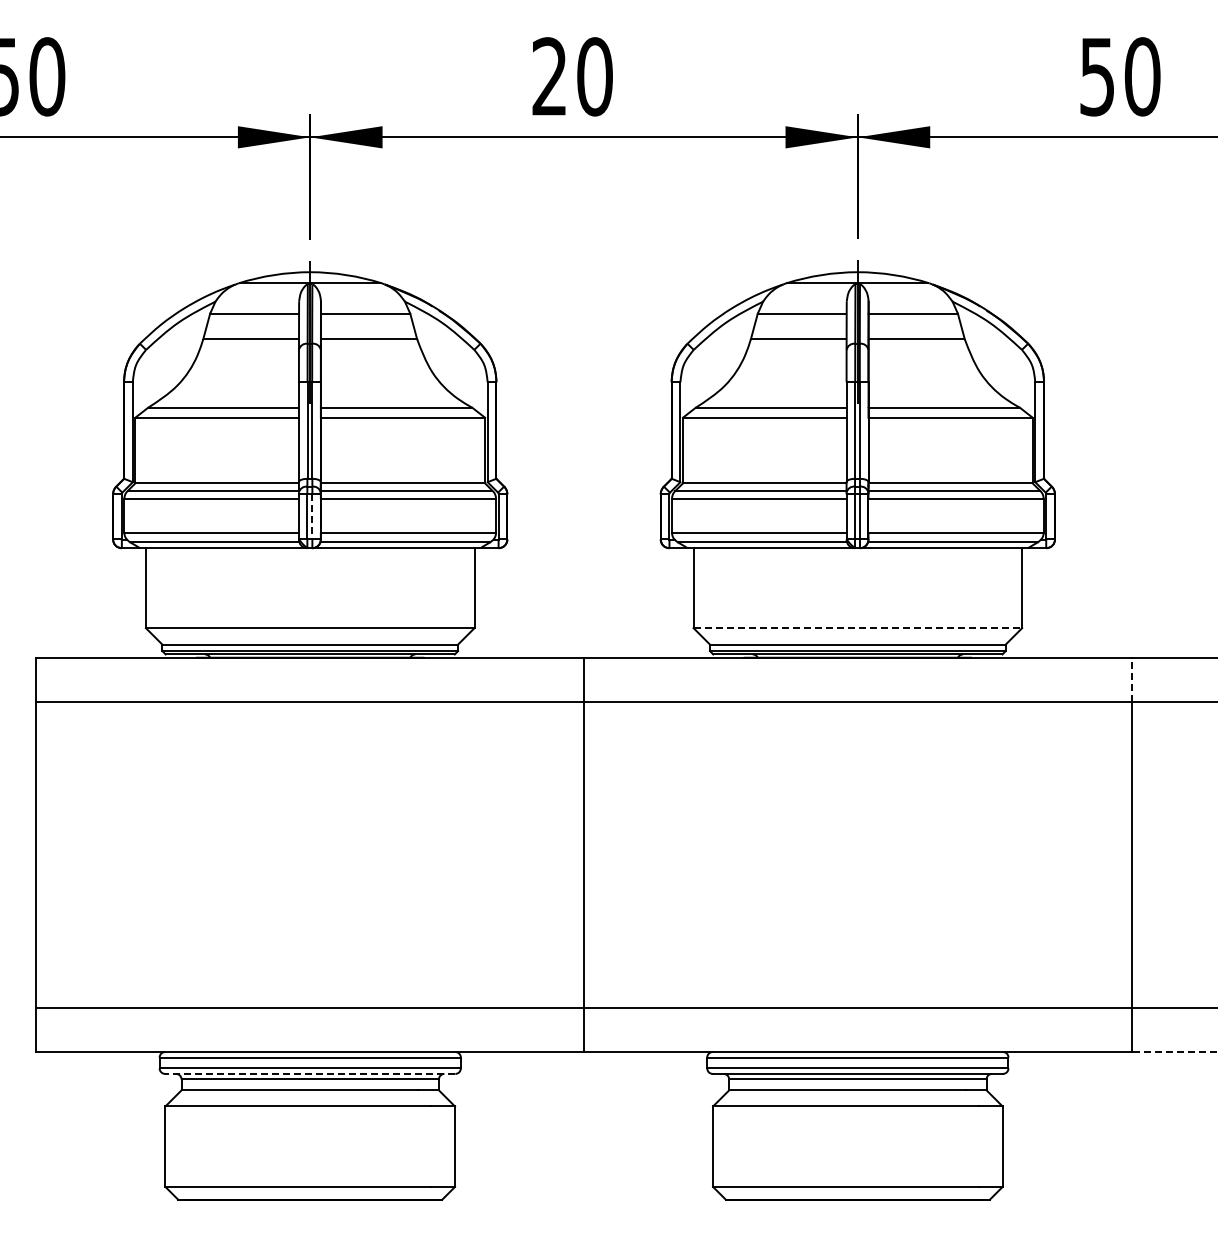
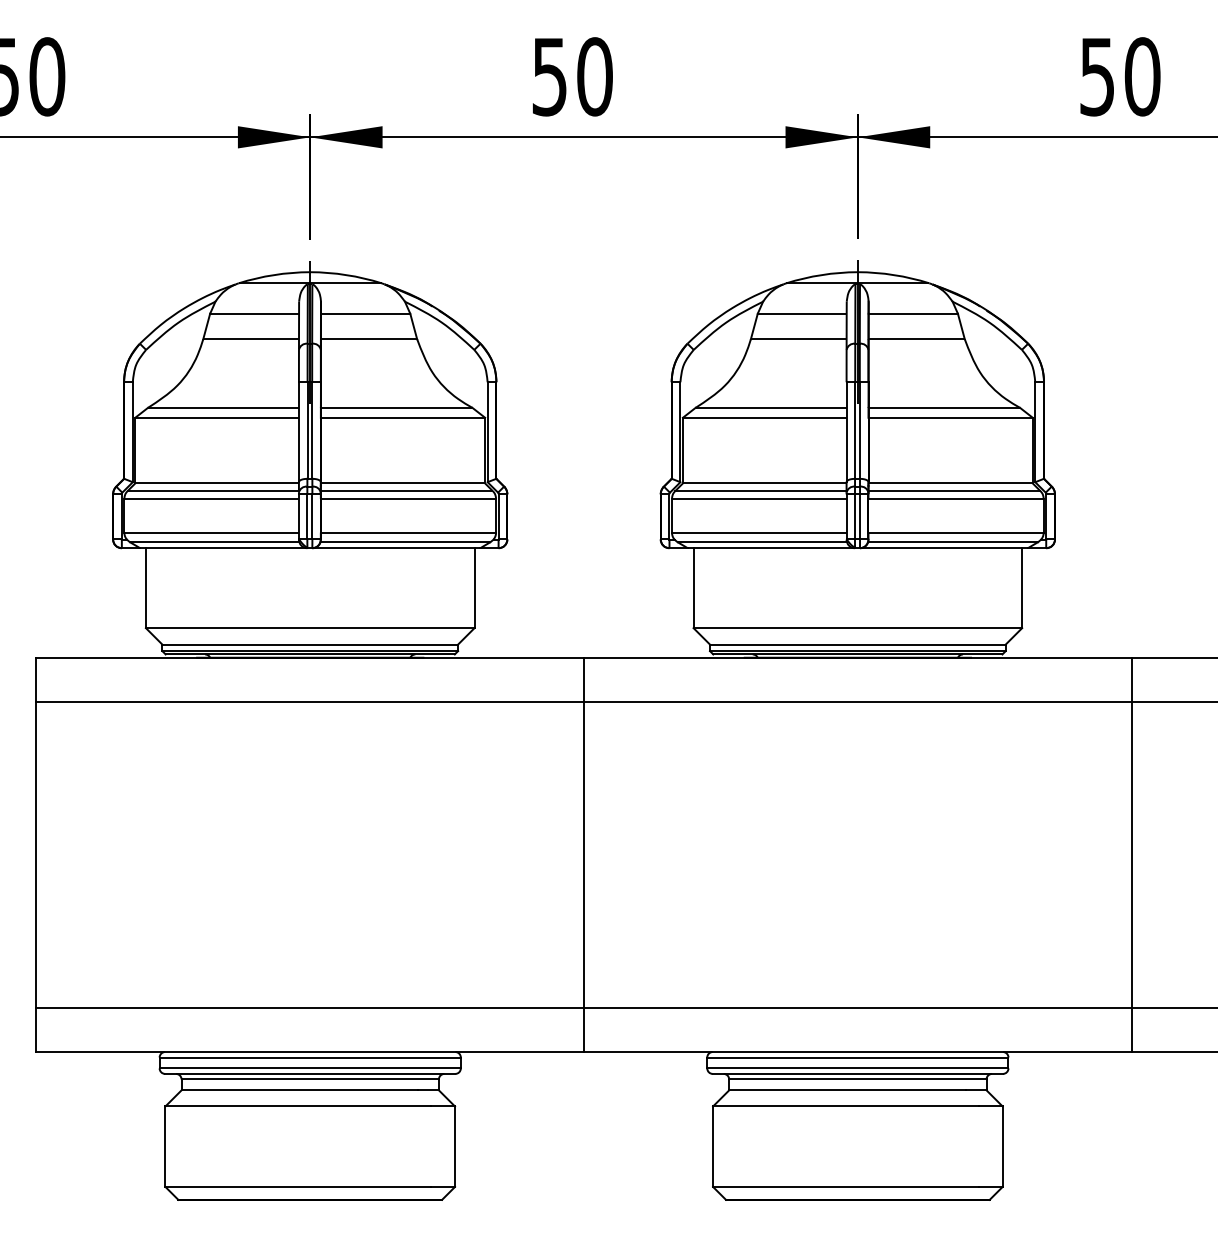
text at (549, 76): 20 -> 50
line at (312, 516): dashed -> solid
line at (858, 628): dashed -> solid
line at (1131, 679): dashed -> solid
line at (1174, 1052): dashed -> solid
line at (309, 1073): dashed -> solid
